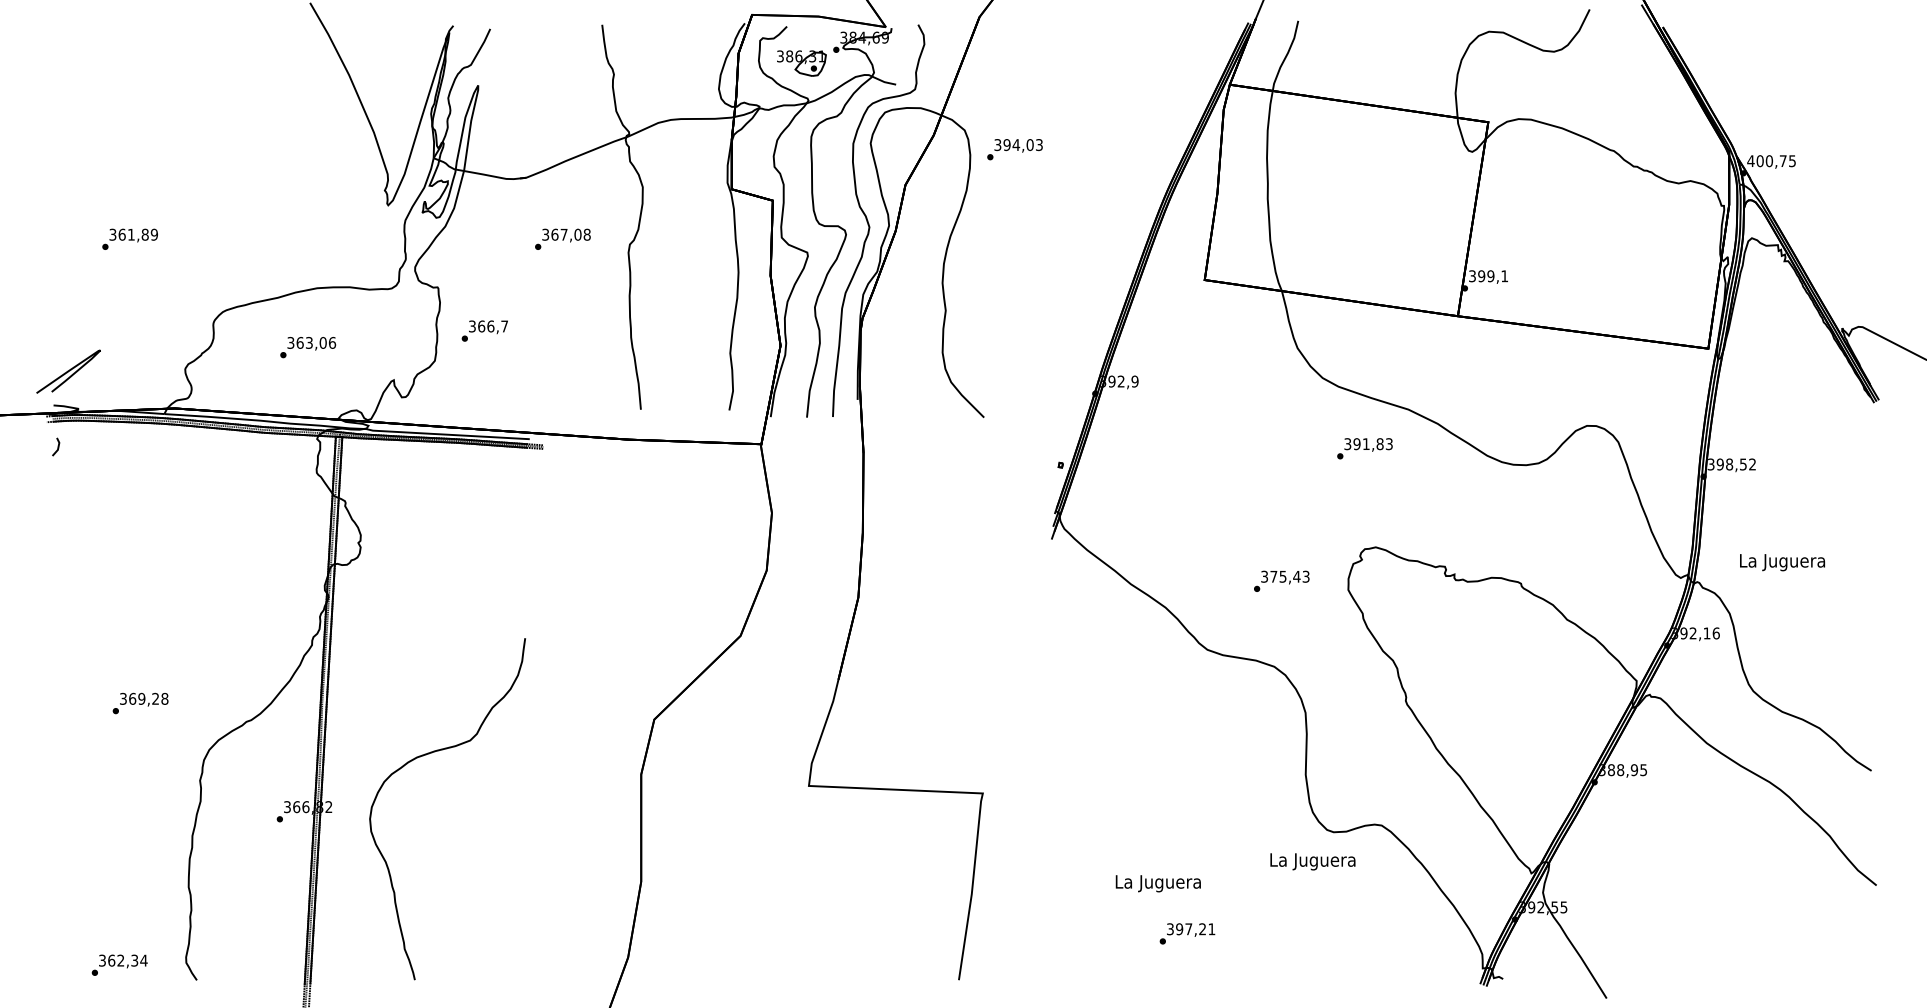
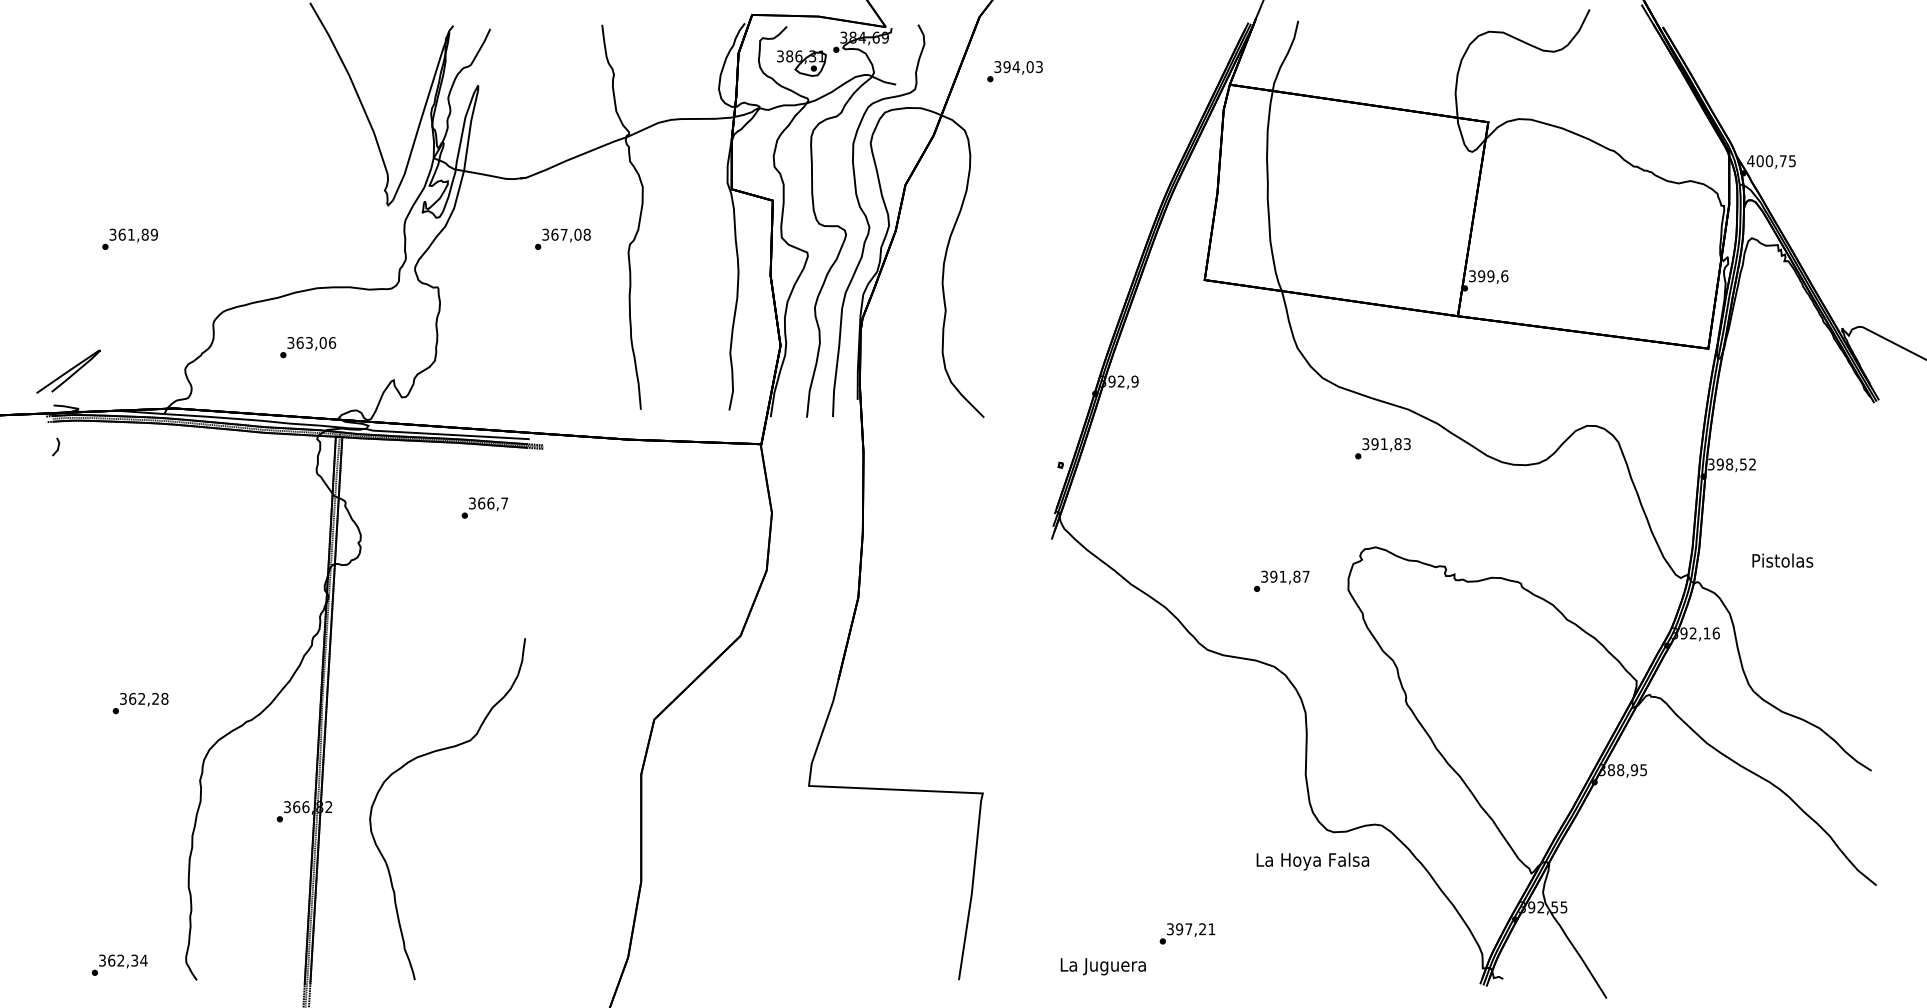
text at (1014, 149) position: (1014, 149) -> (1014, 71)
text at (1504, 276): 399,1 -> 399,6
text at (484, 330) position: (484, 330) -> (484, 507)
text at (1364, 448) position: (1364, 448) -> (1382, 448)
text at (1782, 562): La Juguera -> Pistolas
text at (1289, 576): 375,43 -> 391,87
text at (141, 698): 369,28 -> 362,28
text at (1312, 861): La Juguera -> La Hoya Falsa
text at (1157, 883) position: (1157, 883) -> (1102, 966)
